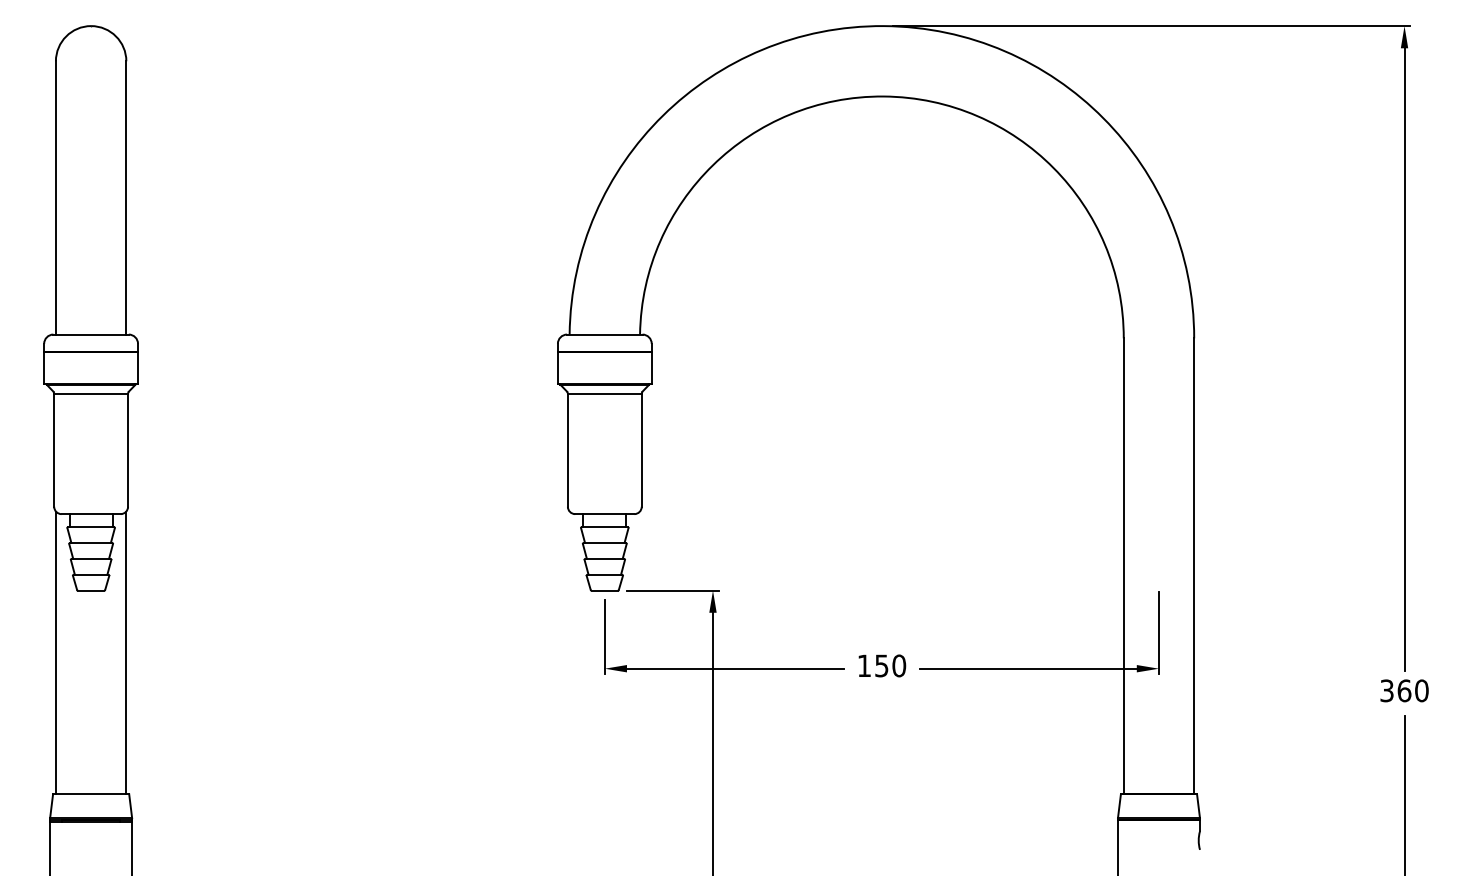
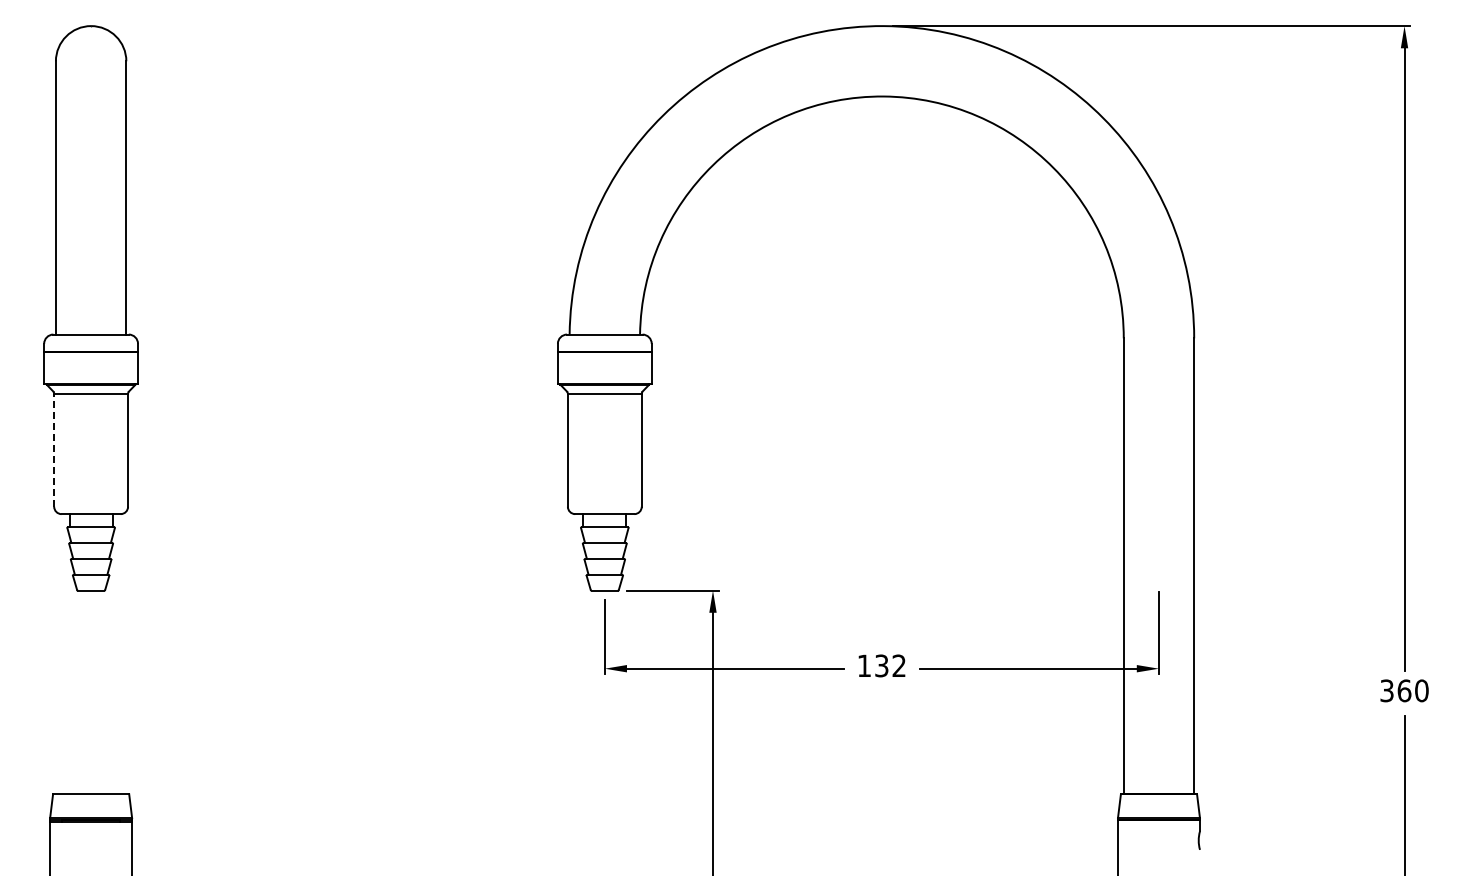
line at (54, 450): solid -> dashed
line at (55, 652): present -> none
line at (126, 652): present -> none
text at (890, 665): 150 -> 132
